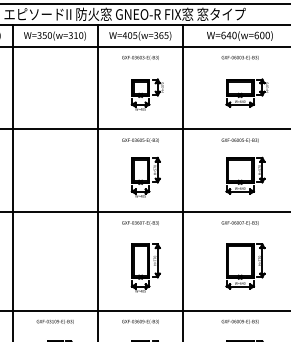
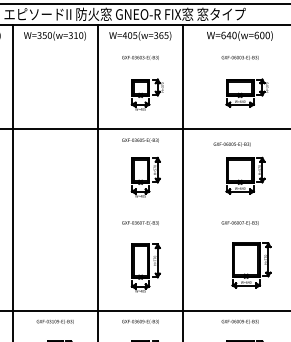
line at (144, 46): present -> none
text at (239, 140) position: (239, 140) -> (231, 144)
line at (144, 211): present -> none
part at (245, 266) position: (245, 266) -> (251, 265)
